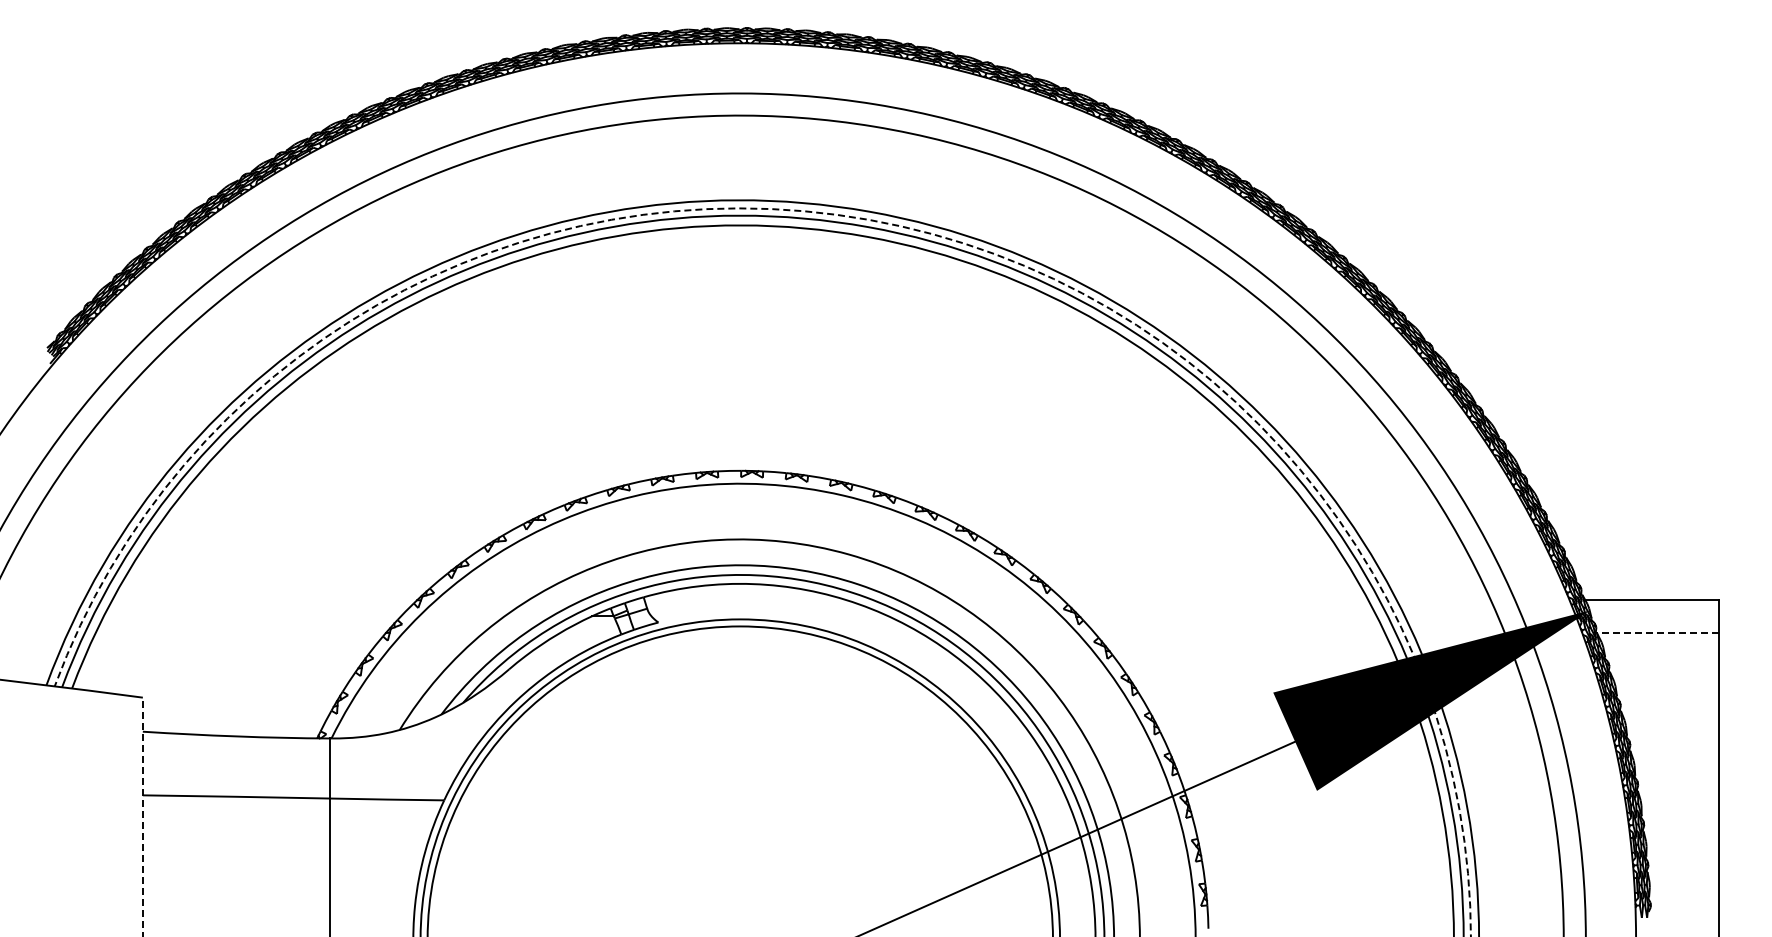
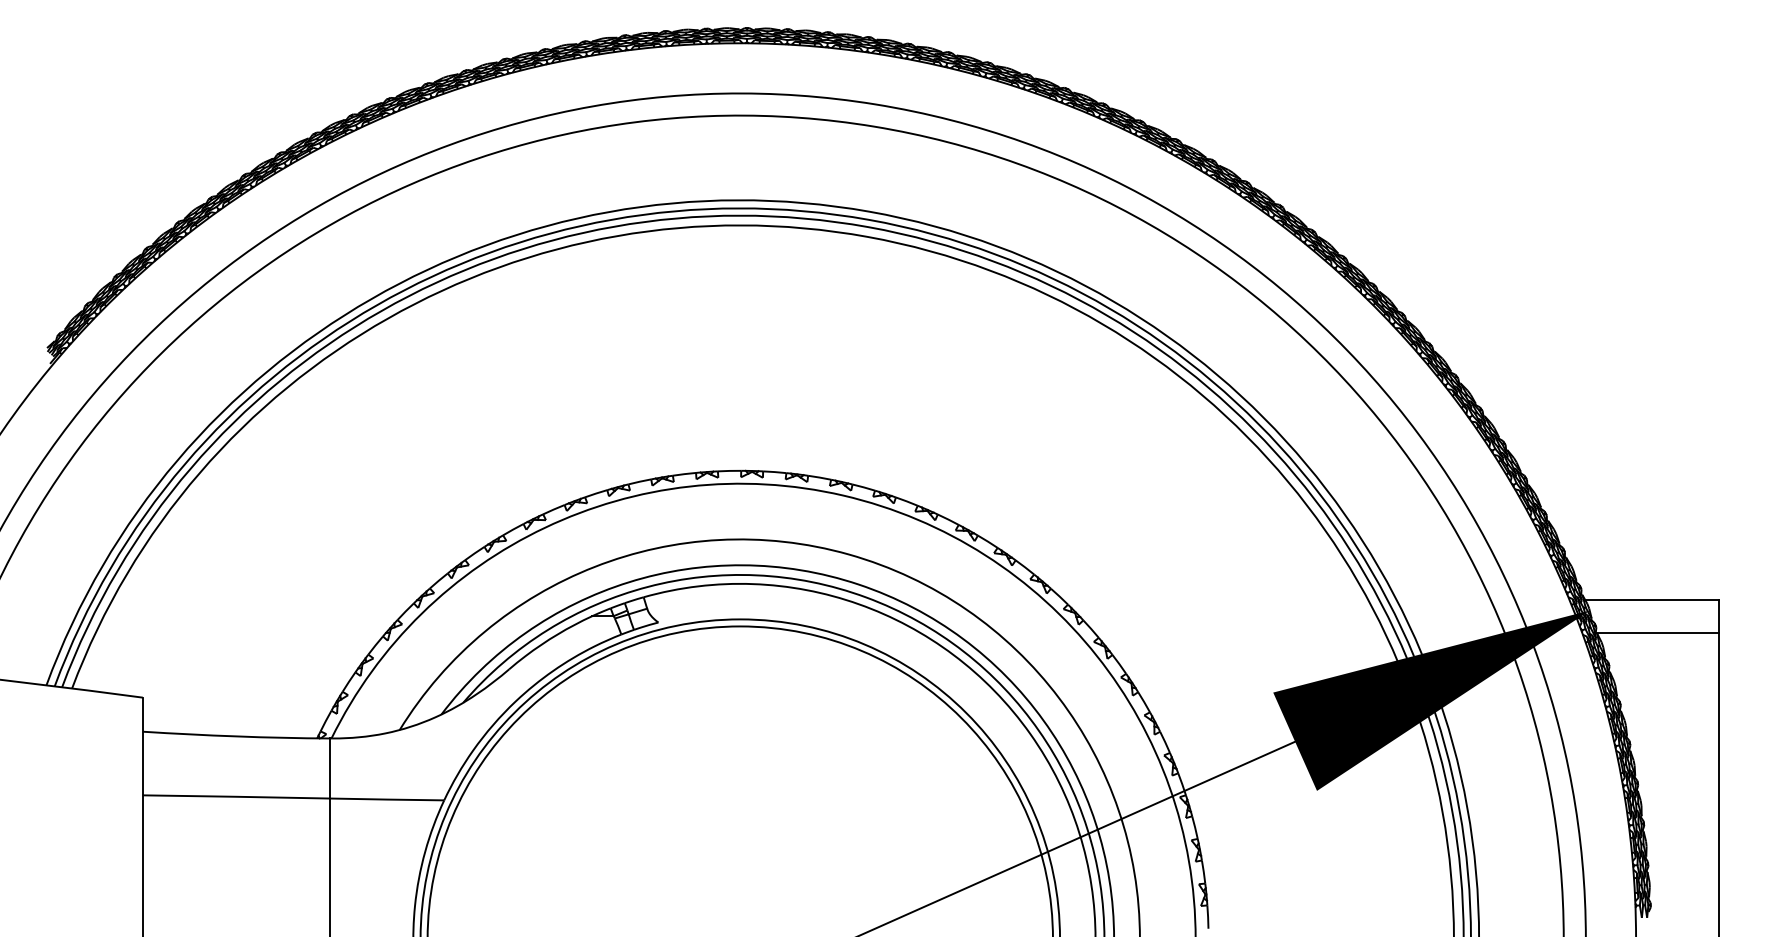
arc at (867, 219): dashed -> solid
line at (1657, 632): dashed -> solid
line at (142, 816): dashed -> solid
